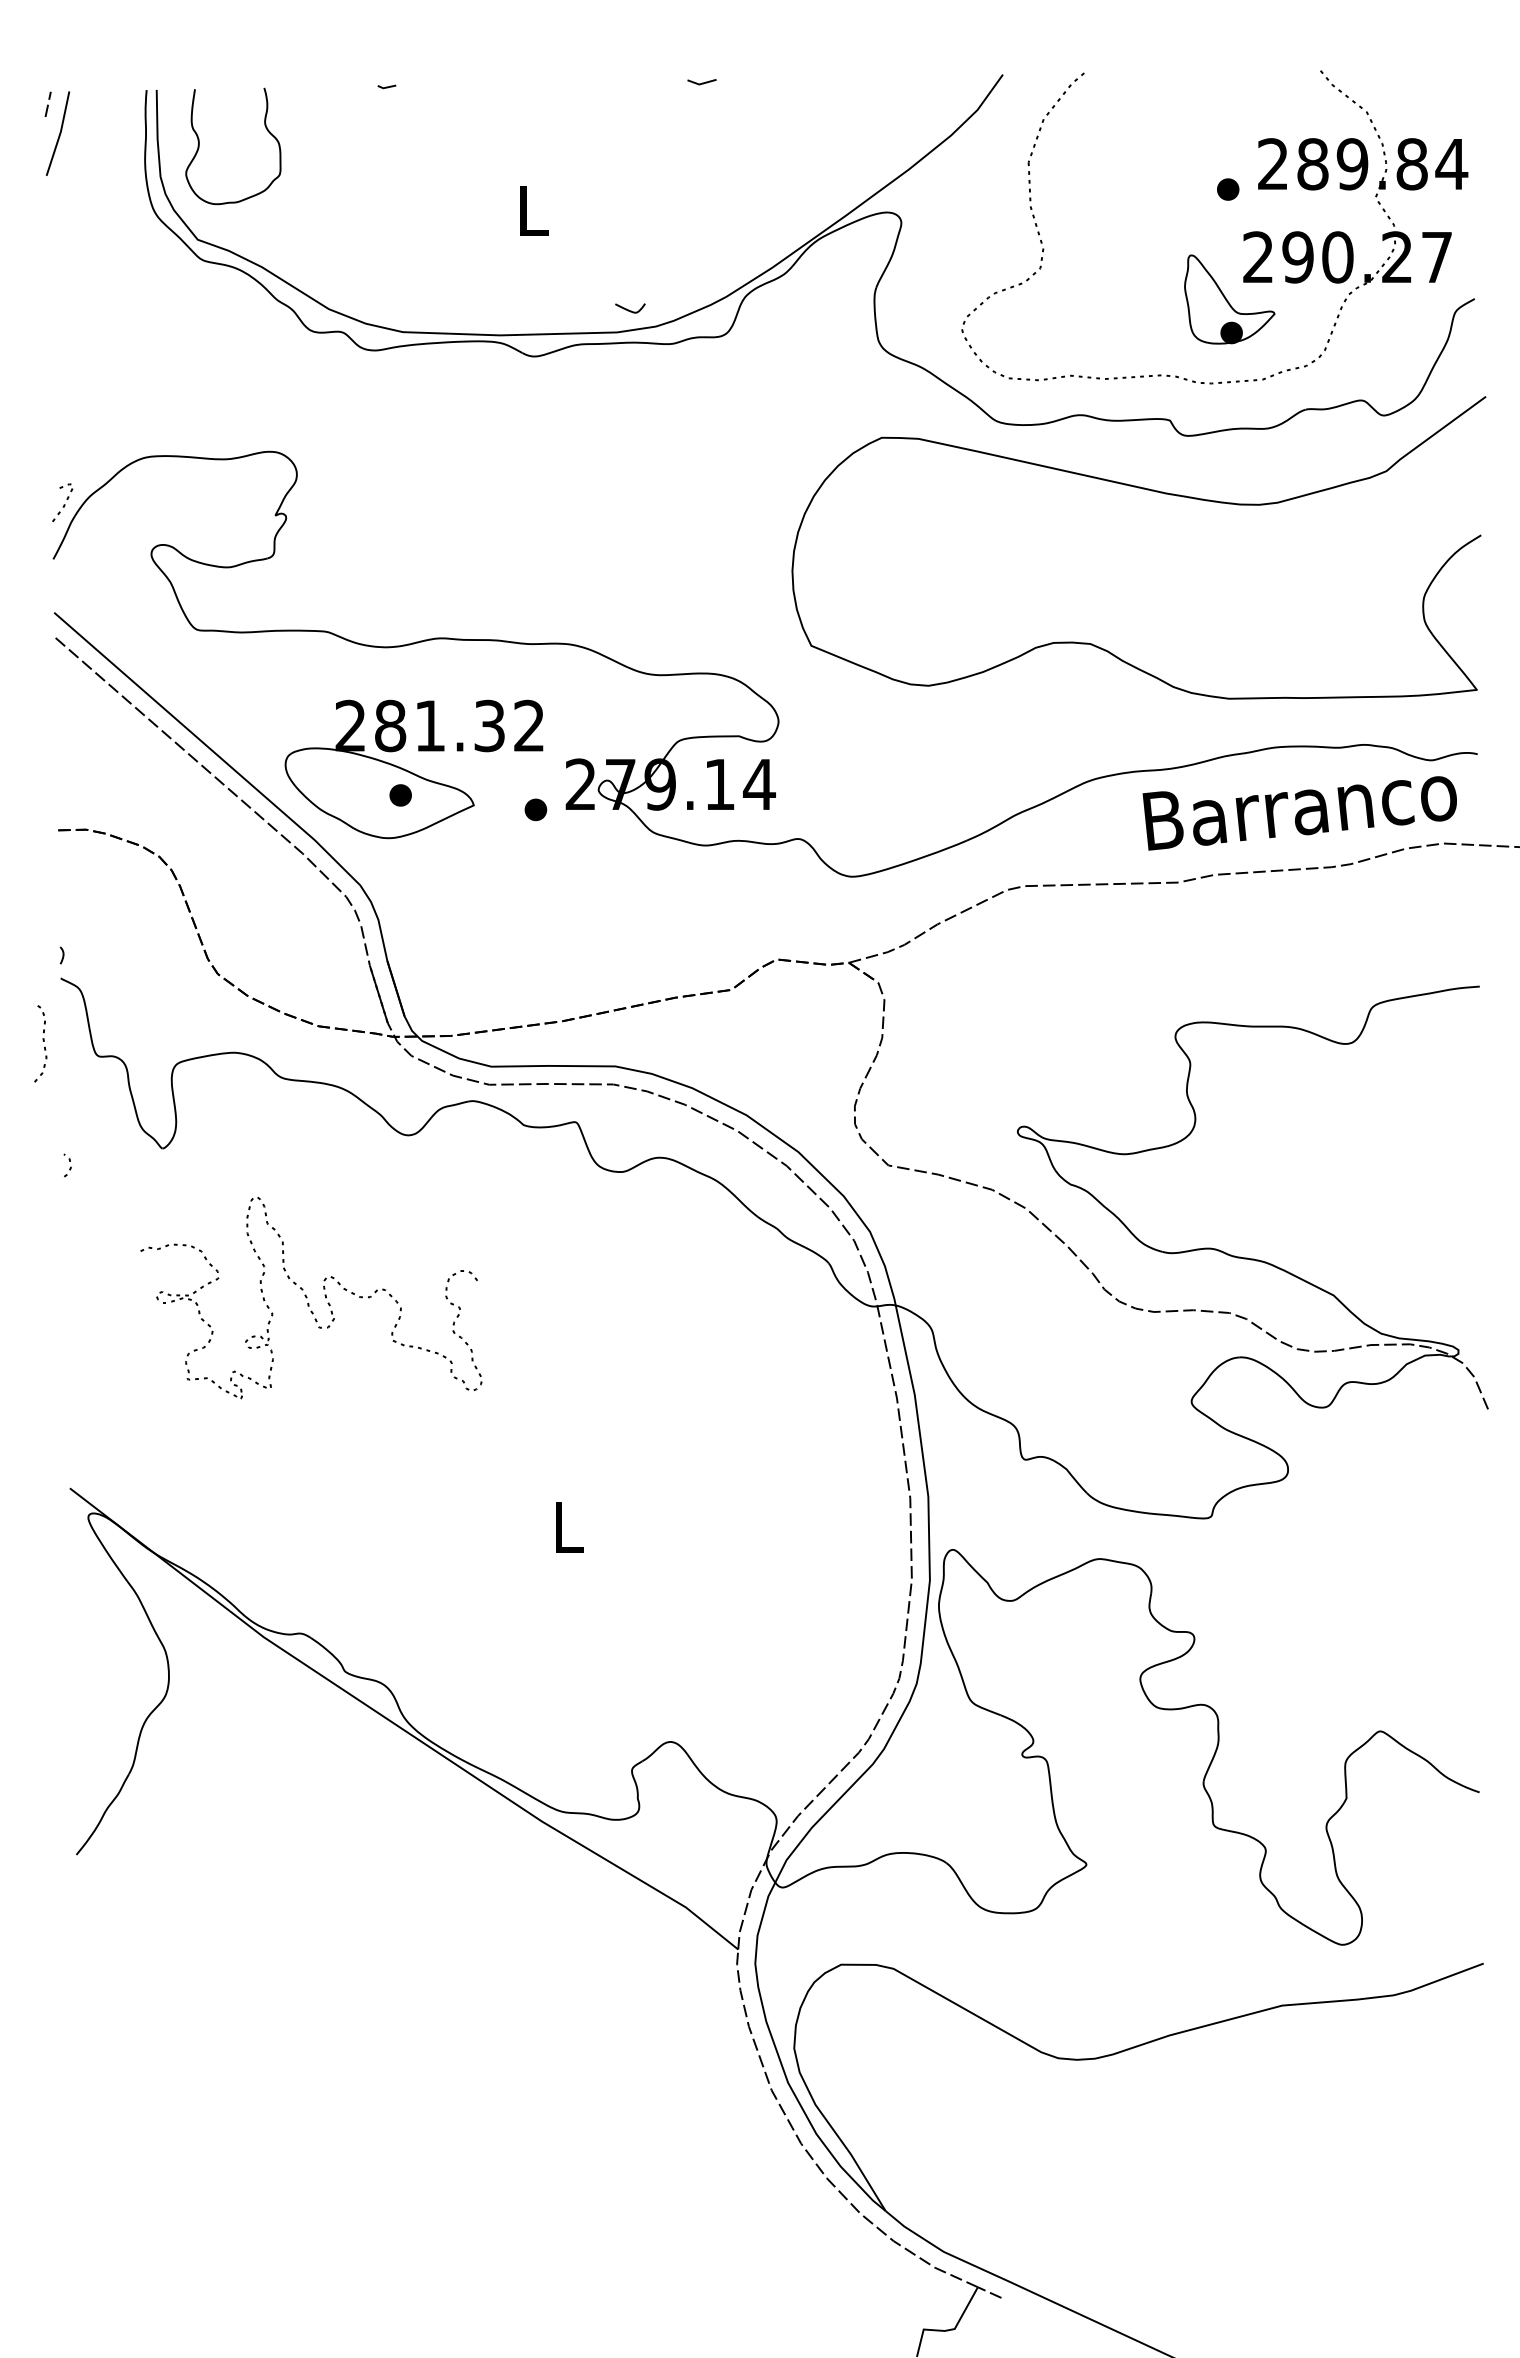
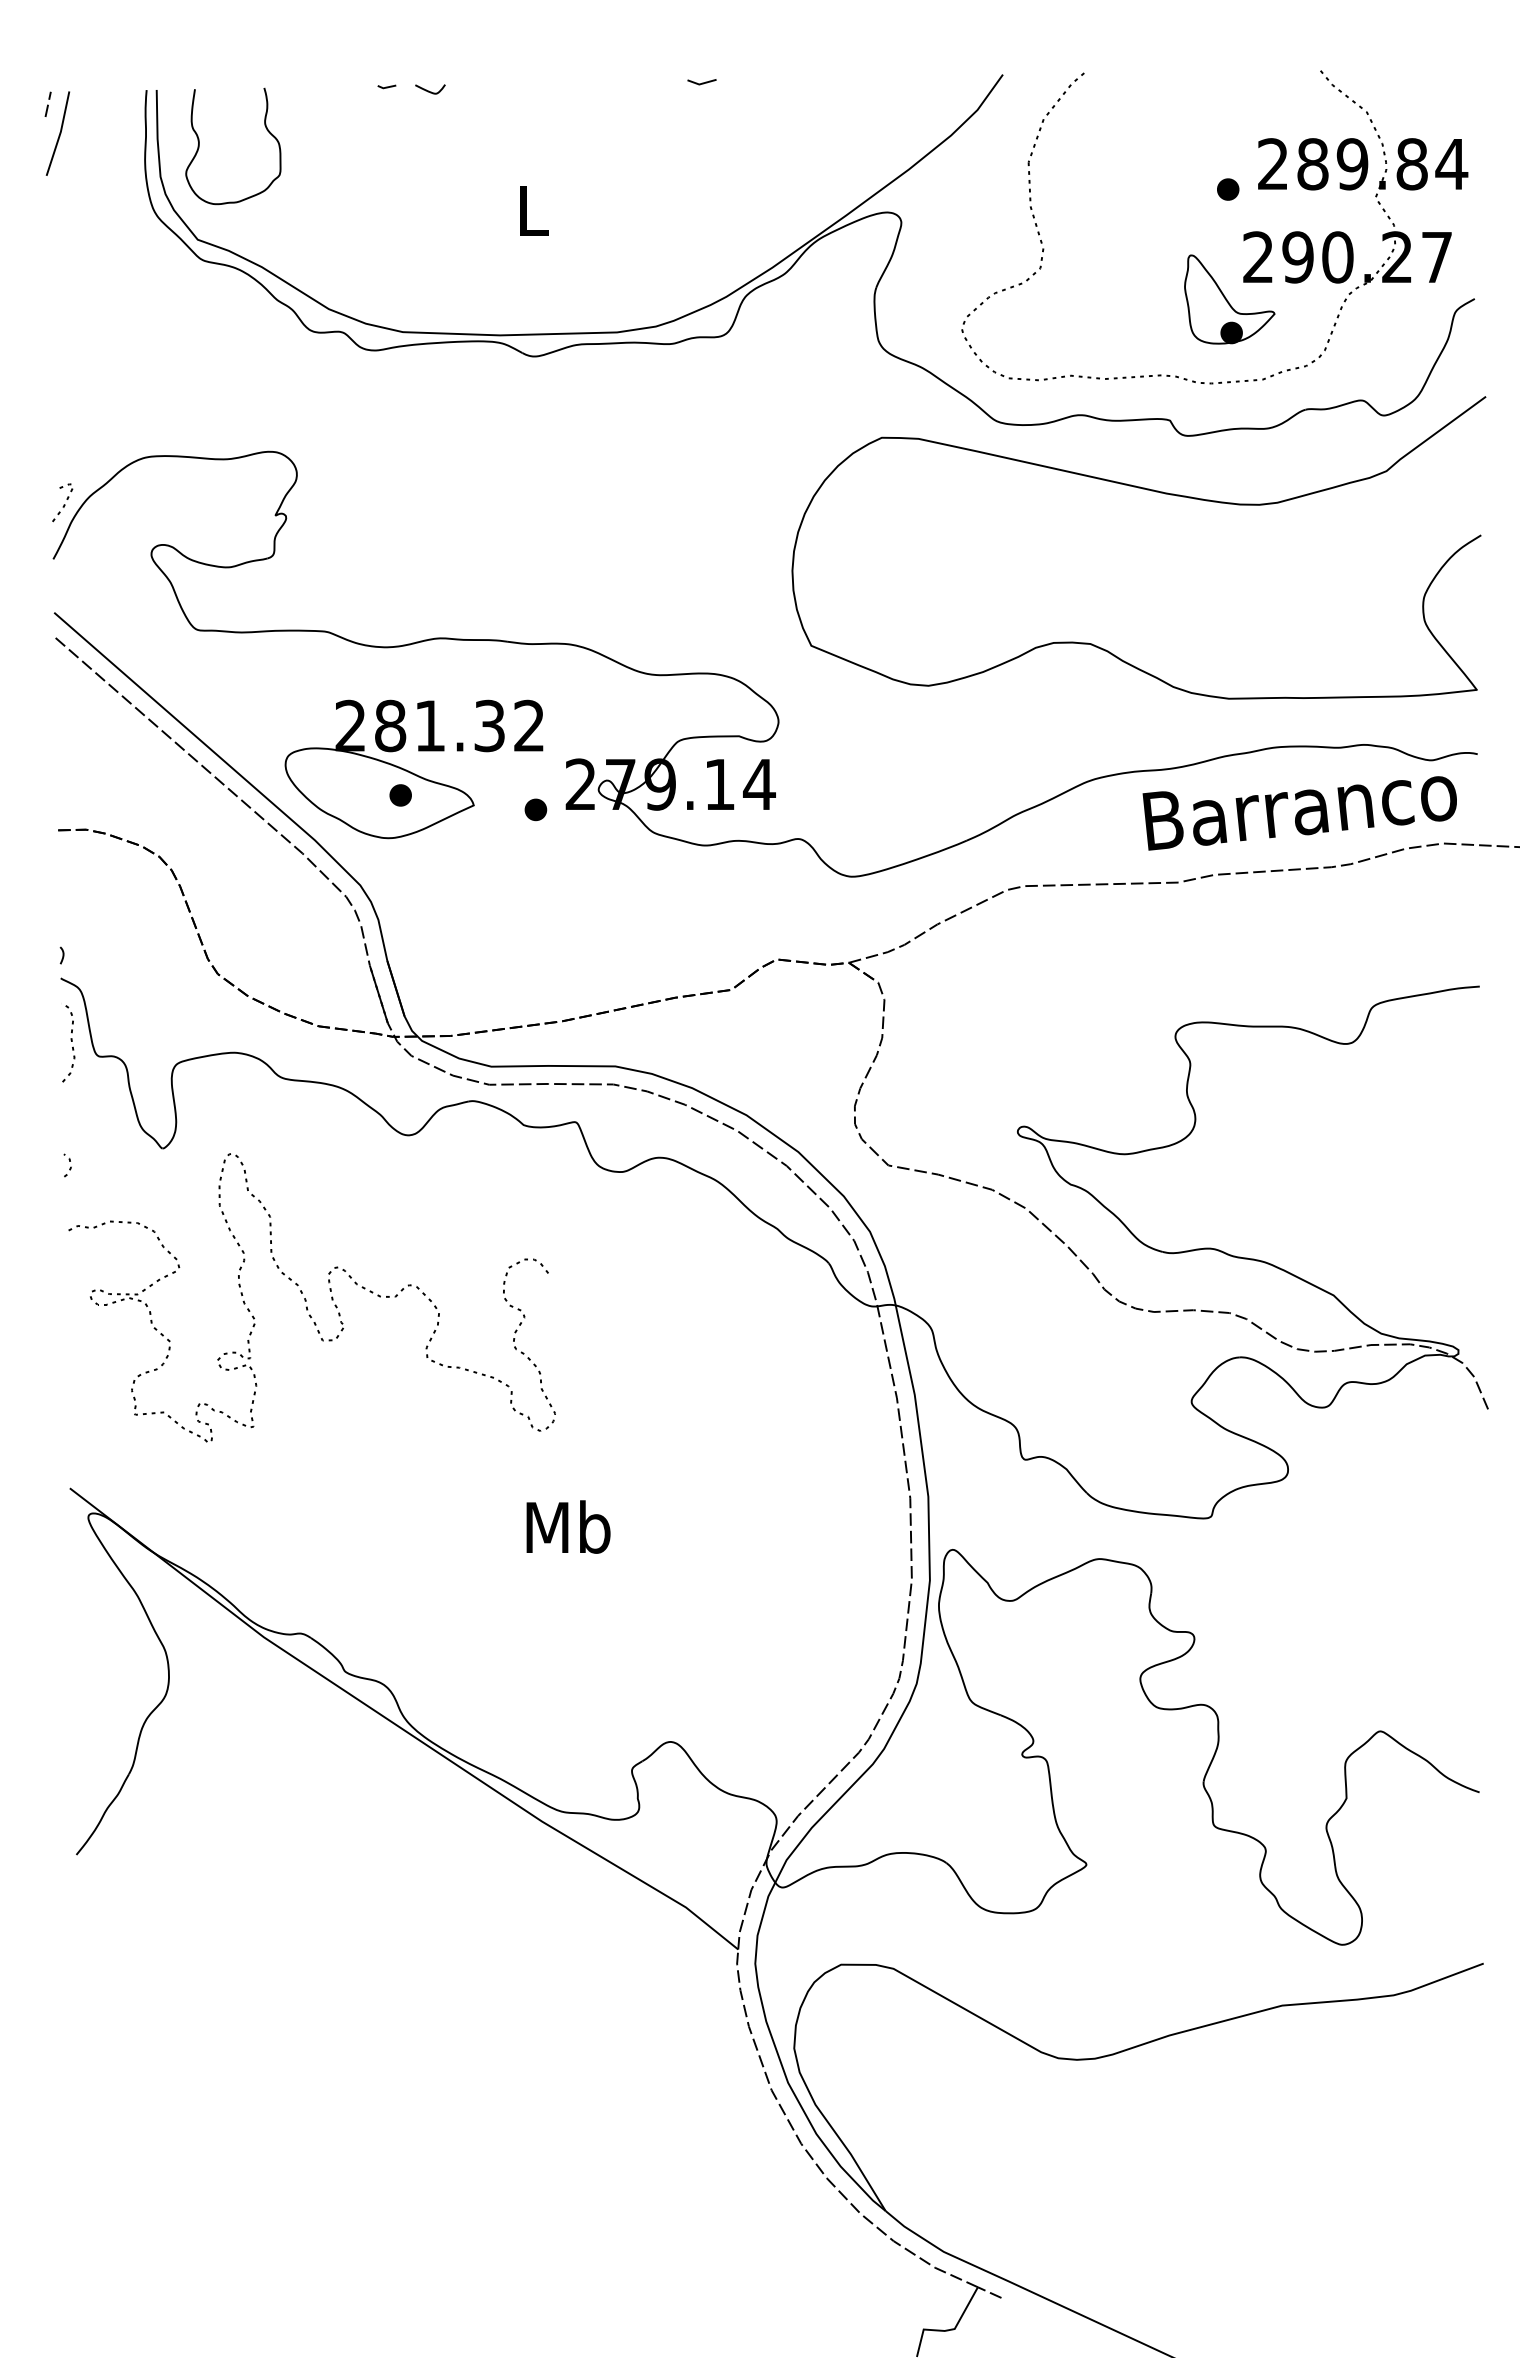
curve at (629, 309) position: (629, 309) -> (429, 90)
curve at (42, 1040) position: (42, 1040) -> (70, 1040)
part at (311, 1297) size: 343x204 px -> 488x290 px
text at (568, 1526): L -> Mb
